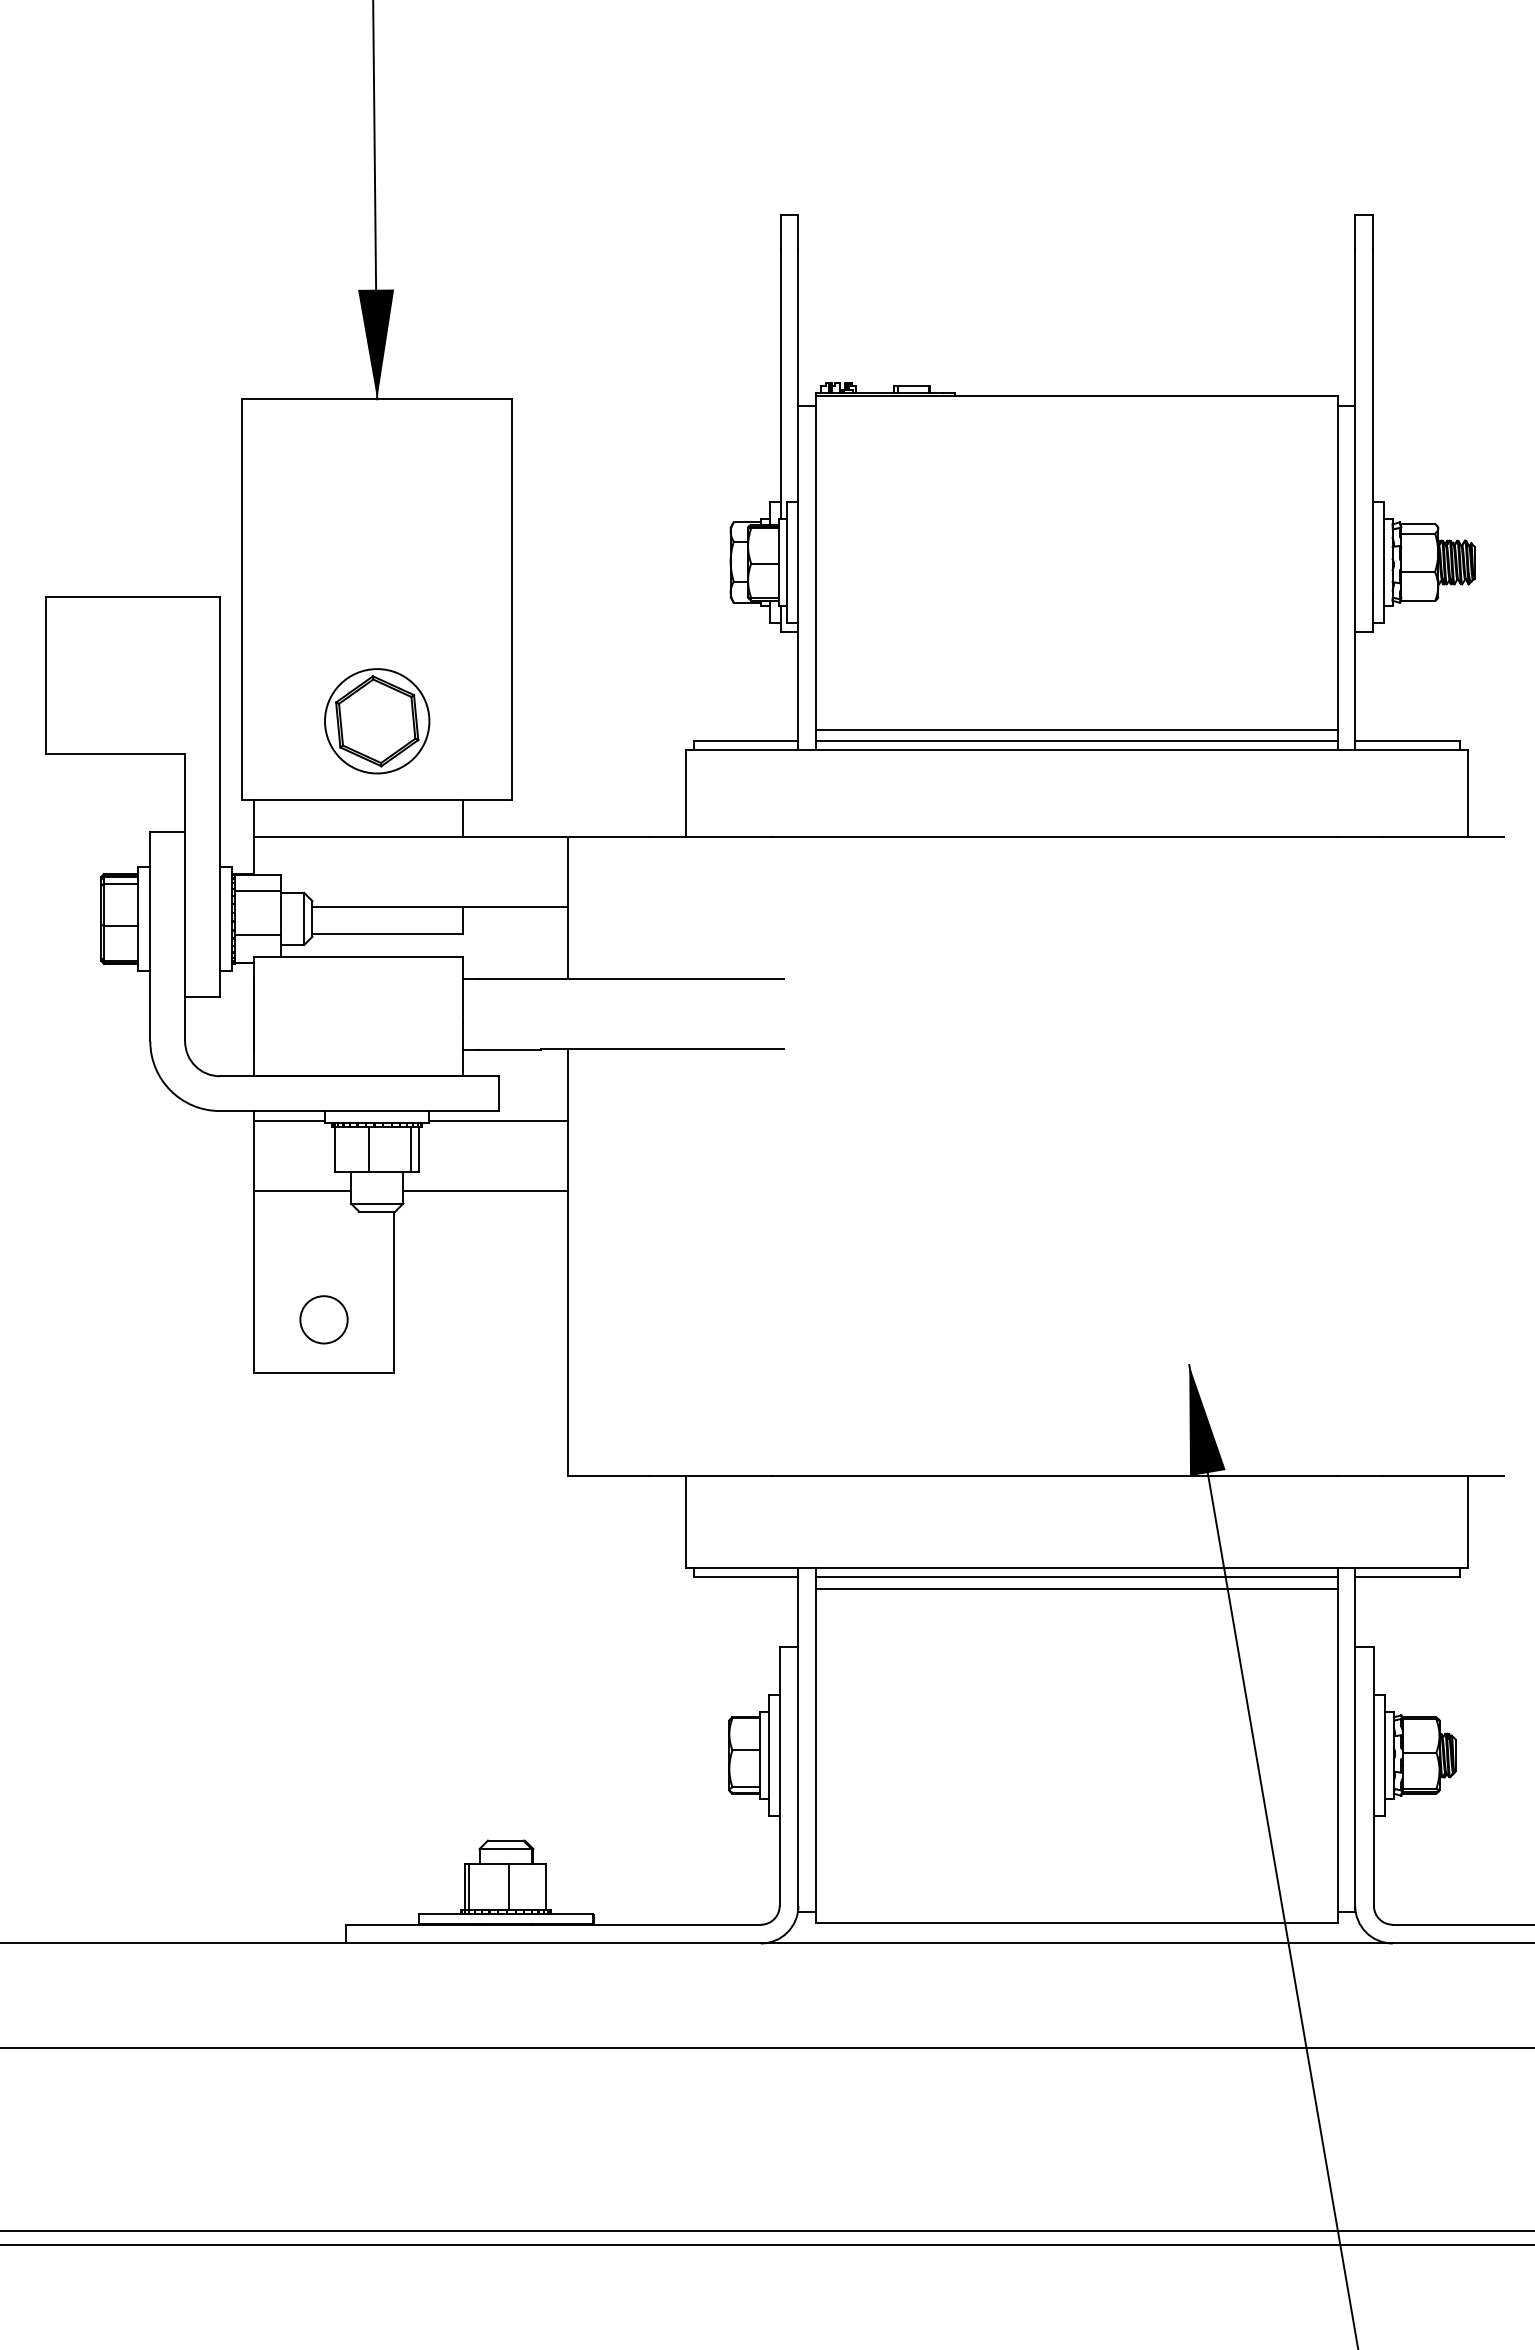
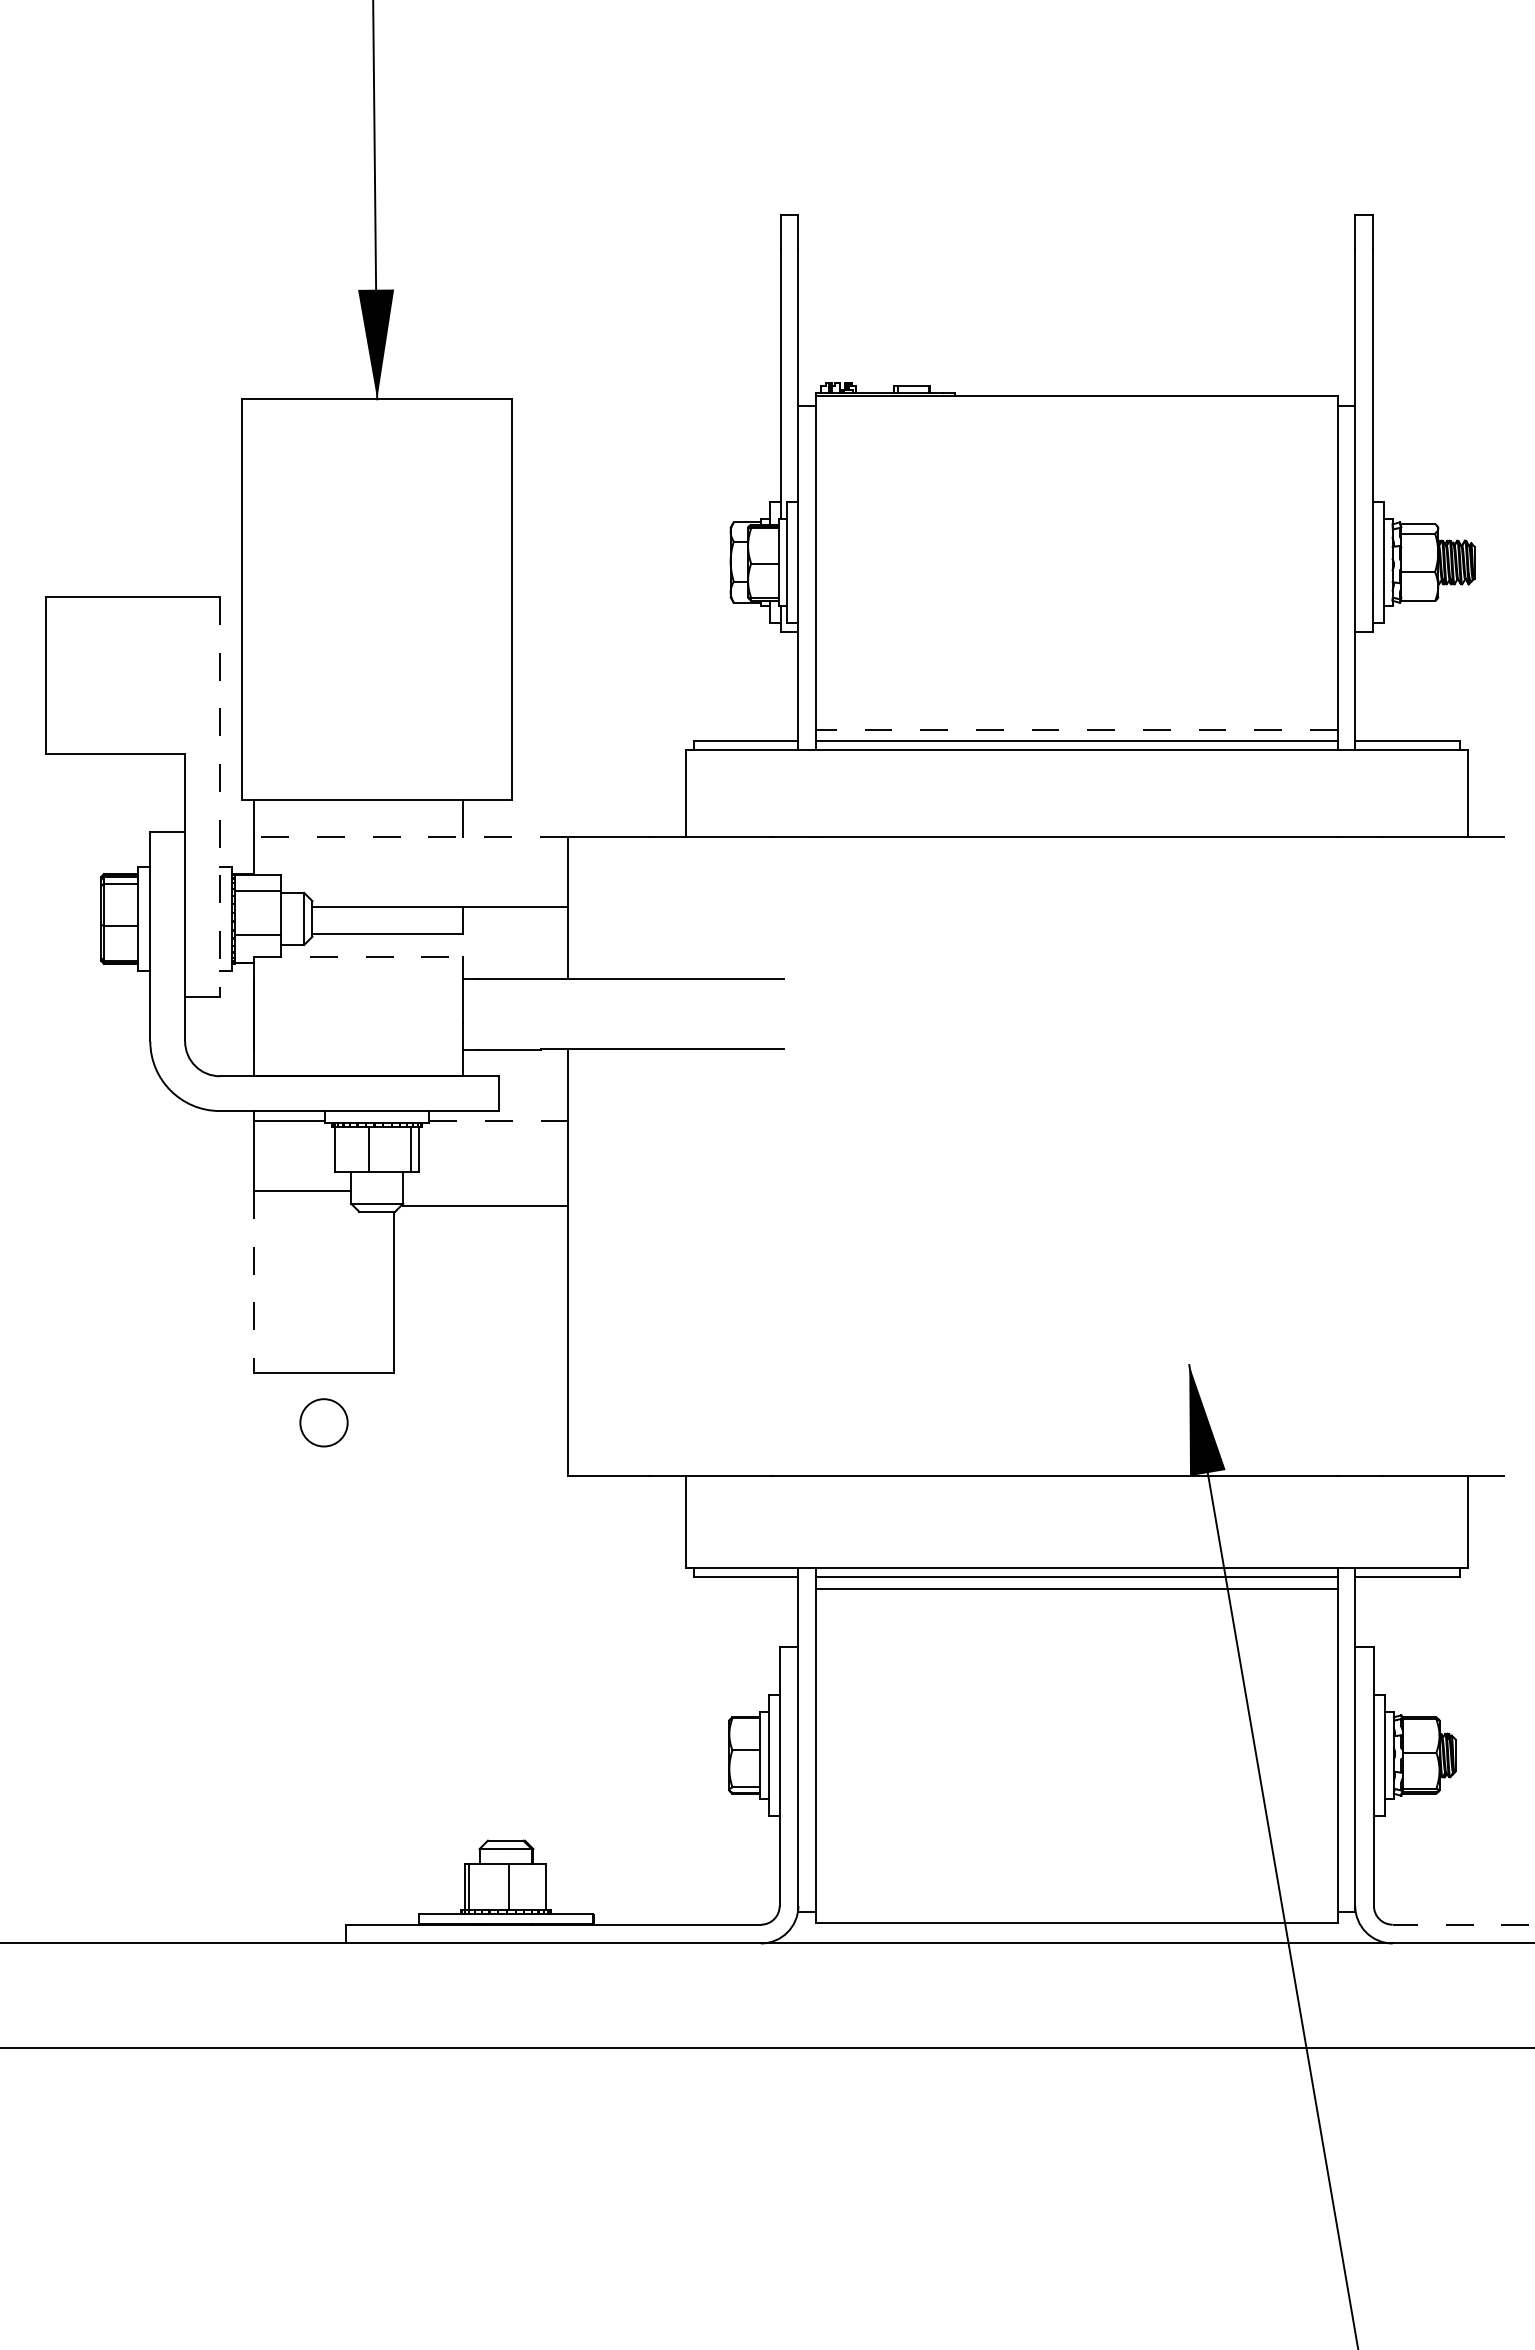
part at (377, 721): present -> none
line at (1076, 729): solid -> dashed
line at (219, 797): solid -> dashed
line at (411, 836): solid -> dashed
line at (359, 957): solid -> dashed
line at (499, 1120): solid -> dashed
line at (485, 1191) position: (485, 1191) -> (485, 1206)
line at (254, 1281): solid -> dashed
circle at (323, 1319) position: (323, 1319) -> (323, 1422)
line at (1463, 1924): solid -> dashed
line at (766, 2230): present -> none
line at (766, 2245): present -> none
